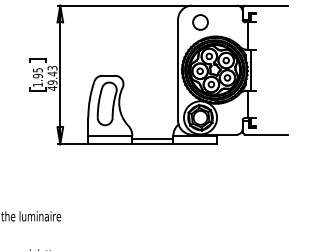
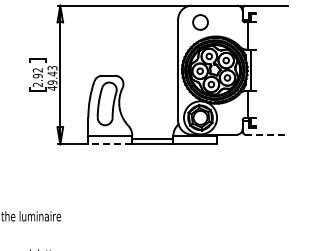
text at (37, 77): 1.95 -> 2.92
line at (267, 134): solid -> dashed
line at (110, 144): solid -> dashed
